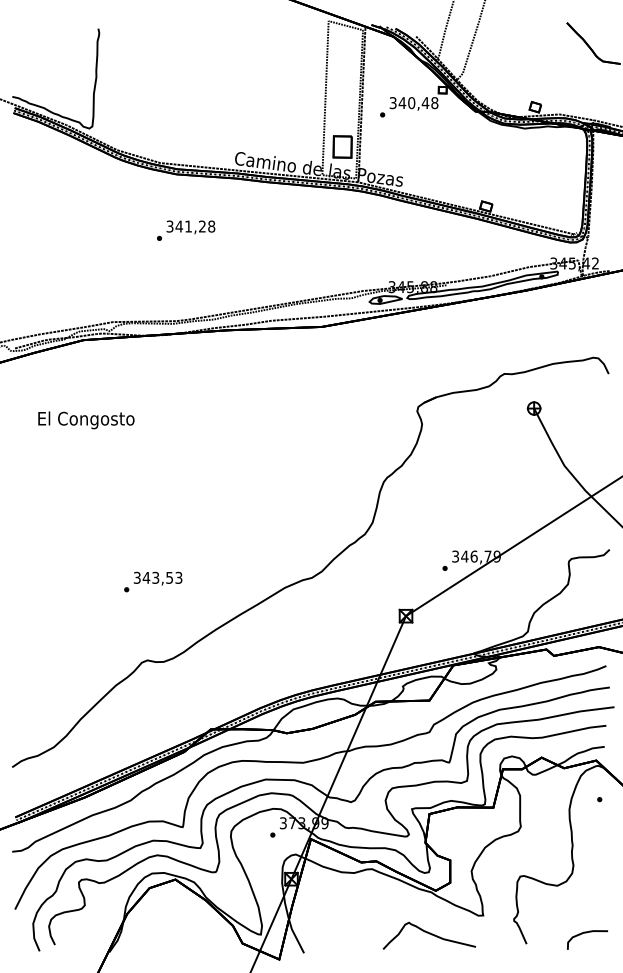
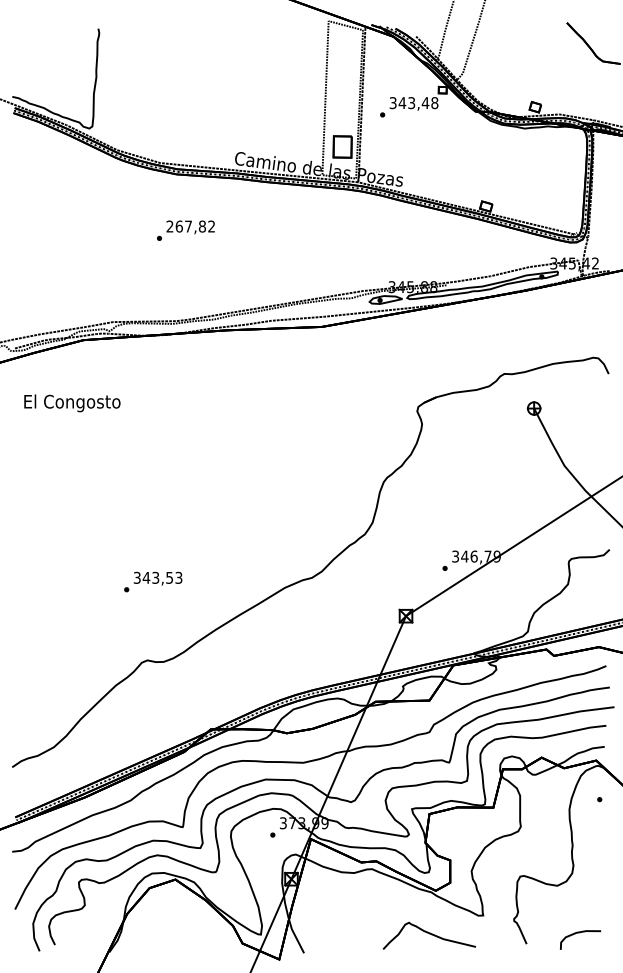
text at (411, 103): 340,48 -> 343,48
text at (190, 226): 341,28 -> 267,82
text at (86, 420) position: (86, 420) -> (72, 403)
curve at (586, 933) position: (586, 933) -> (579, 933)
